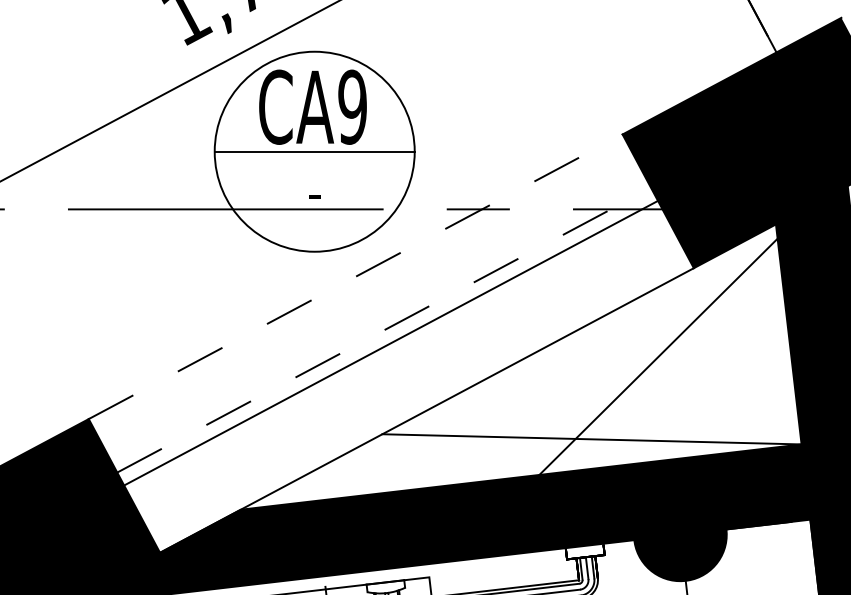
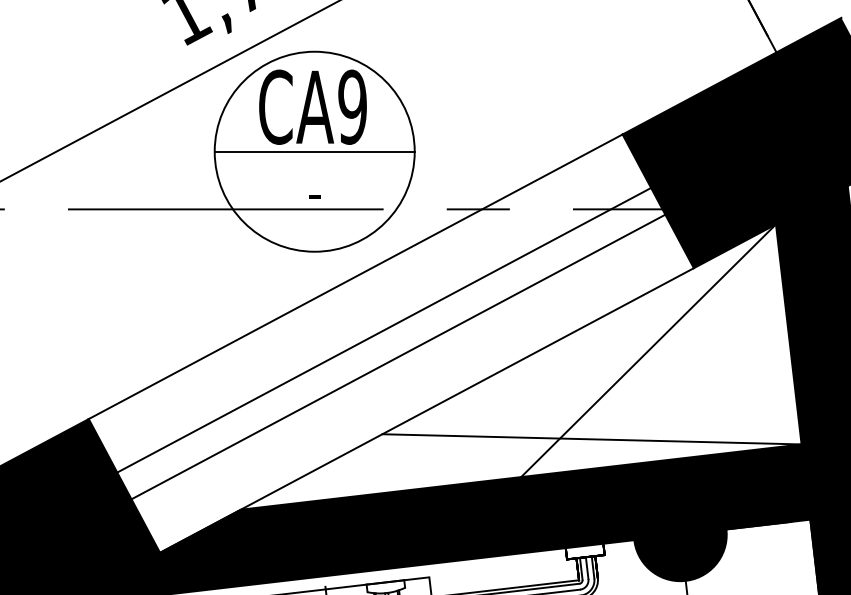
line at (356, 276): dashed -> solid
line at (384, 330): dashed -> solid
line at (391, 342) position: (391, 342) -> (398, 356)
line at (656, 358) position: (656, 358) -> (648, 350)
